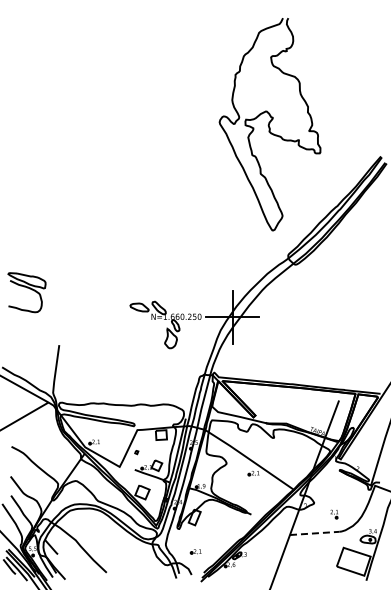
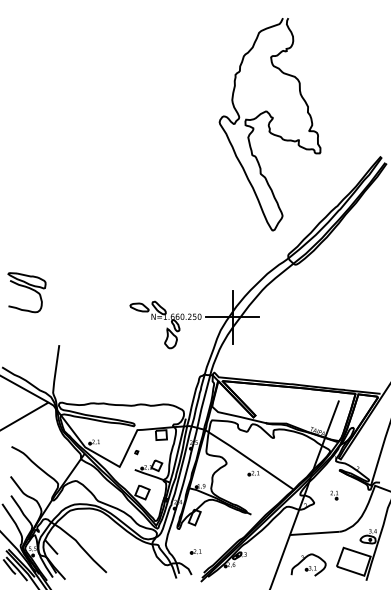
part at (334, 514) position: (334, 514) -> (334, 495)
line at (314, 533): dashed -> solid
part at (308, 564): none -> present
